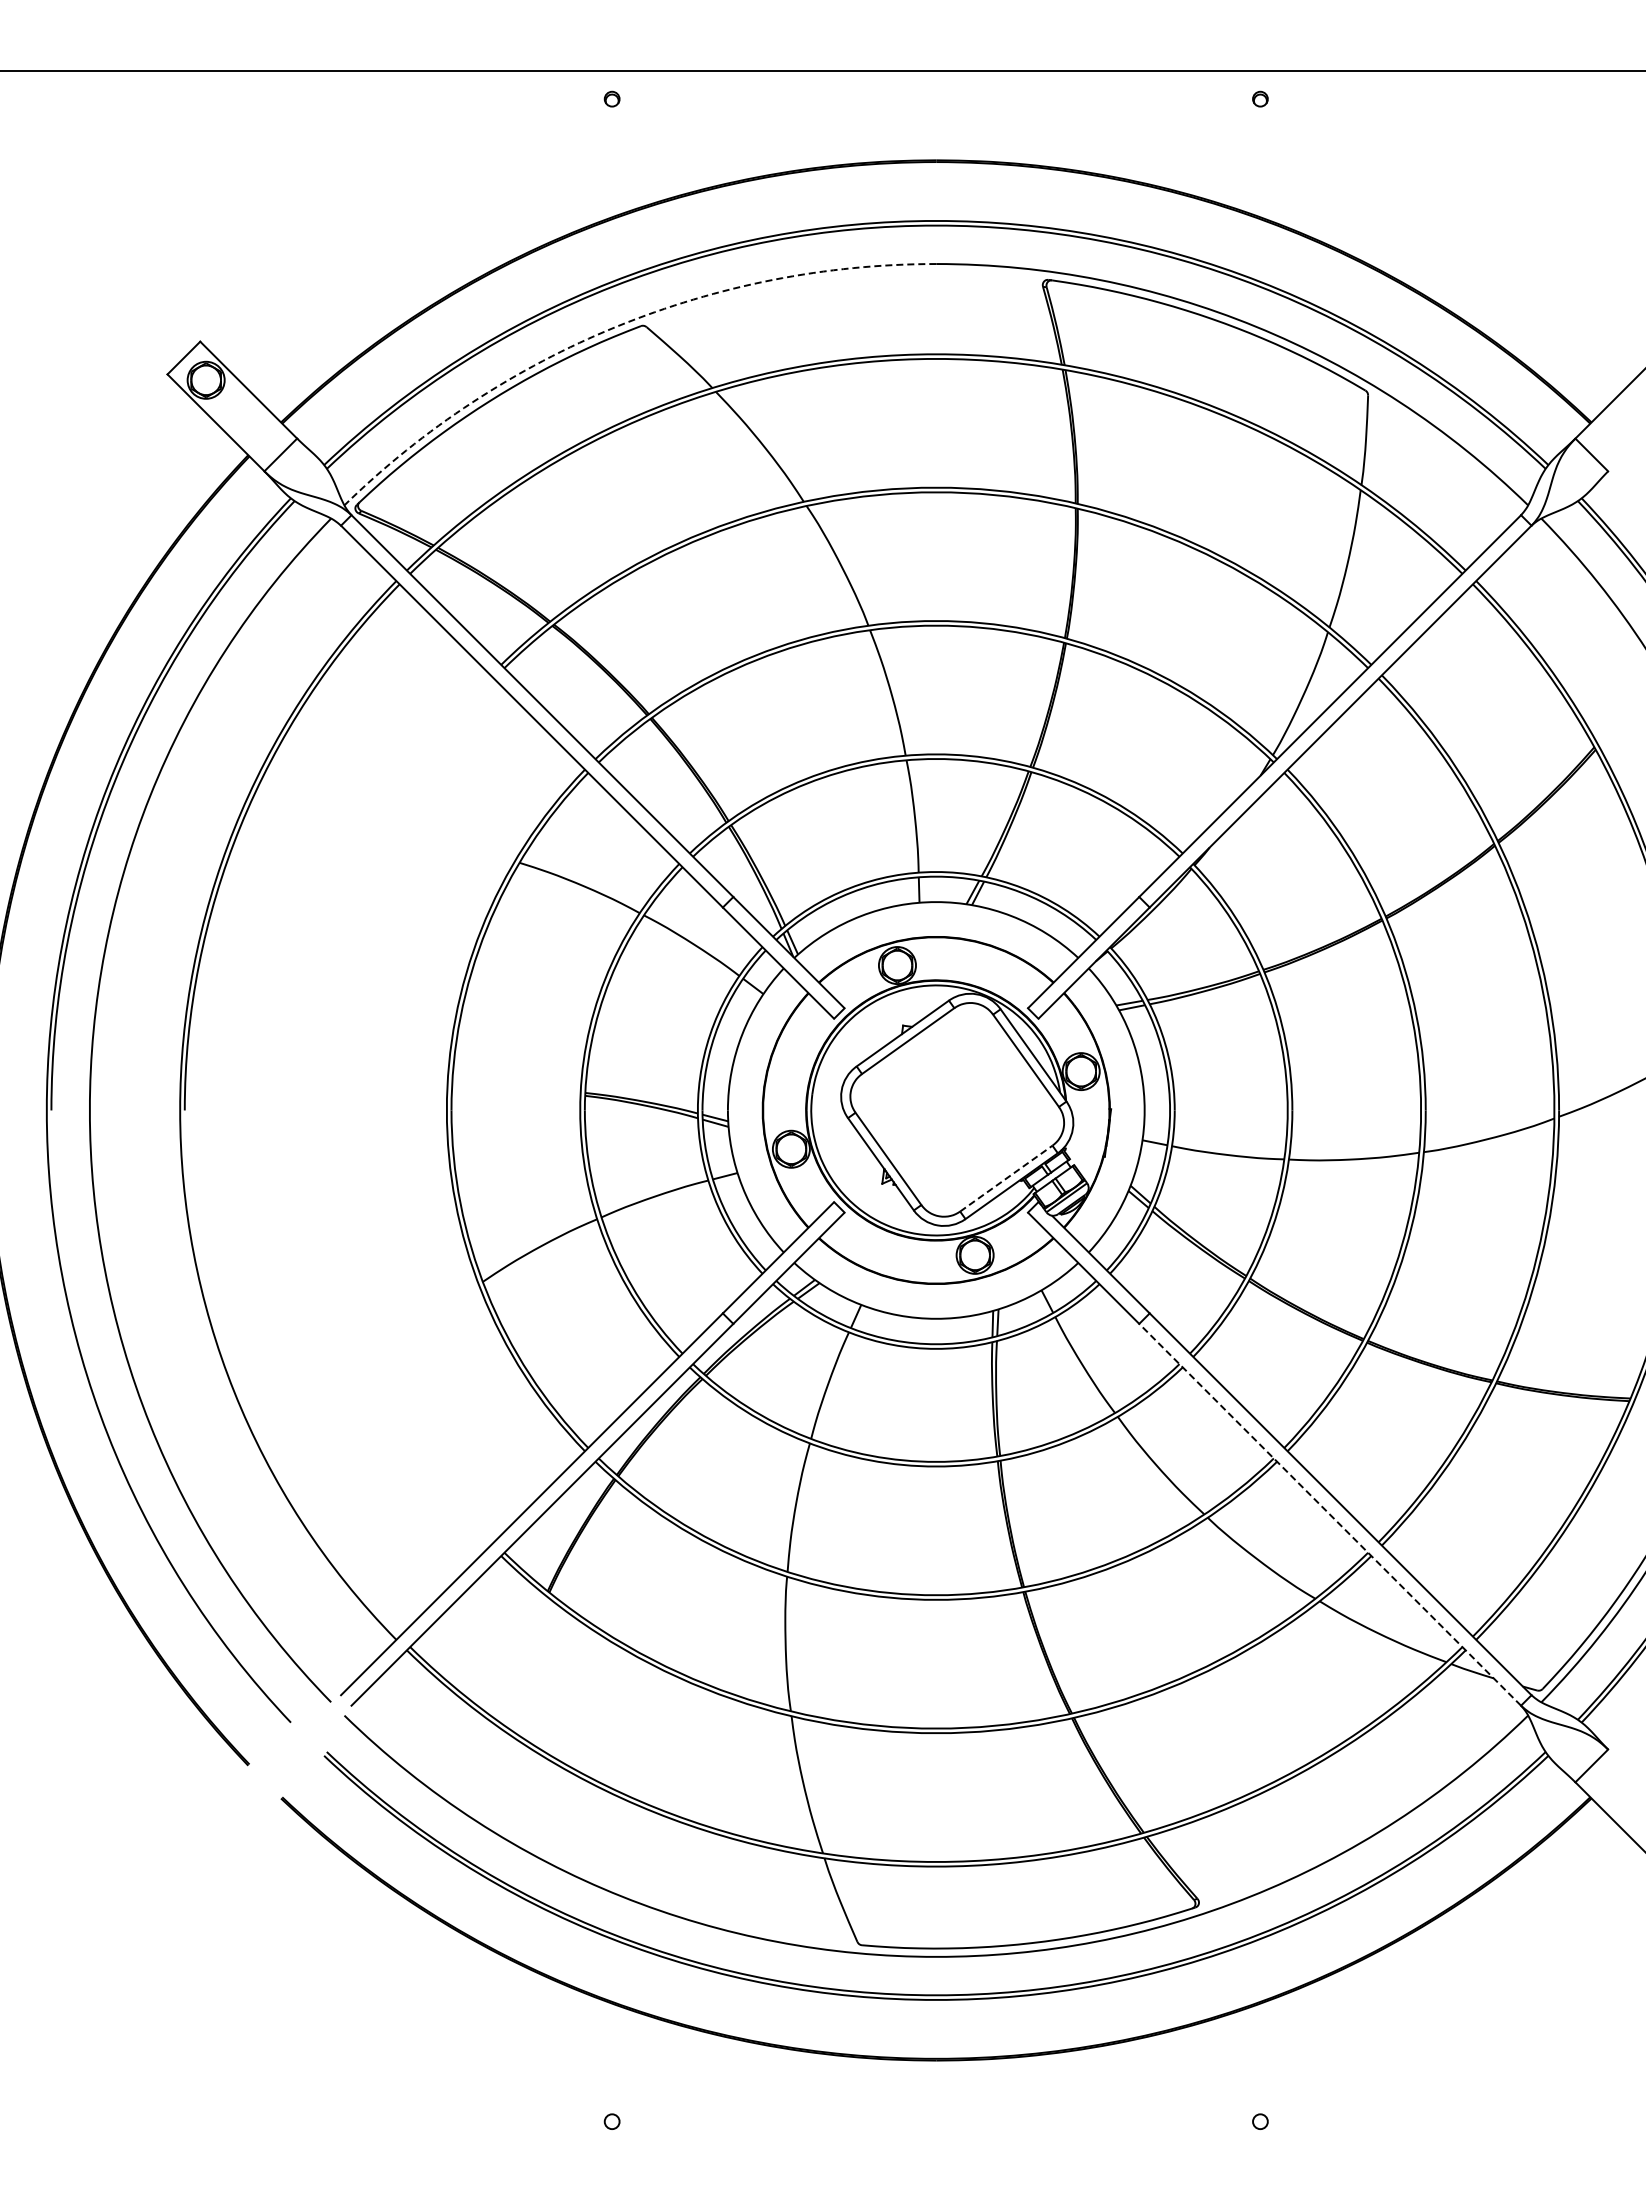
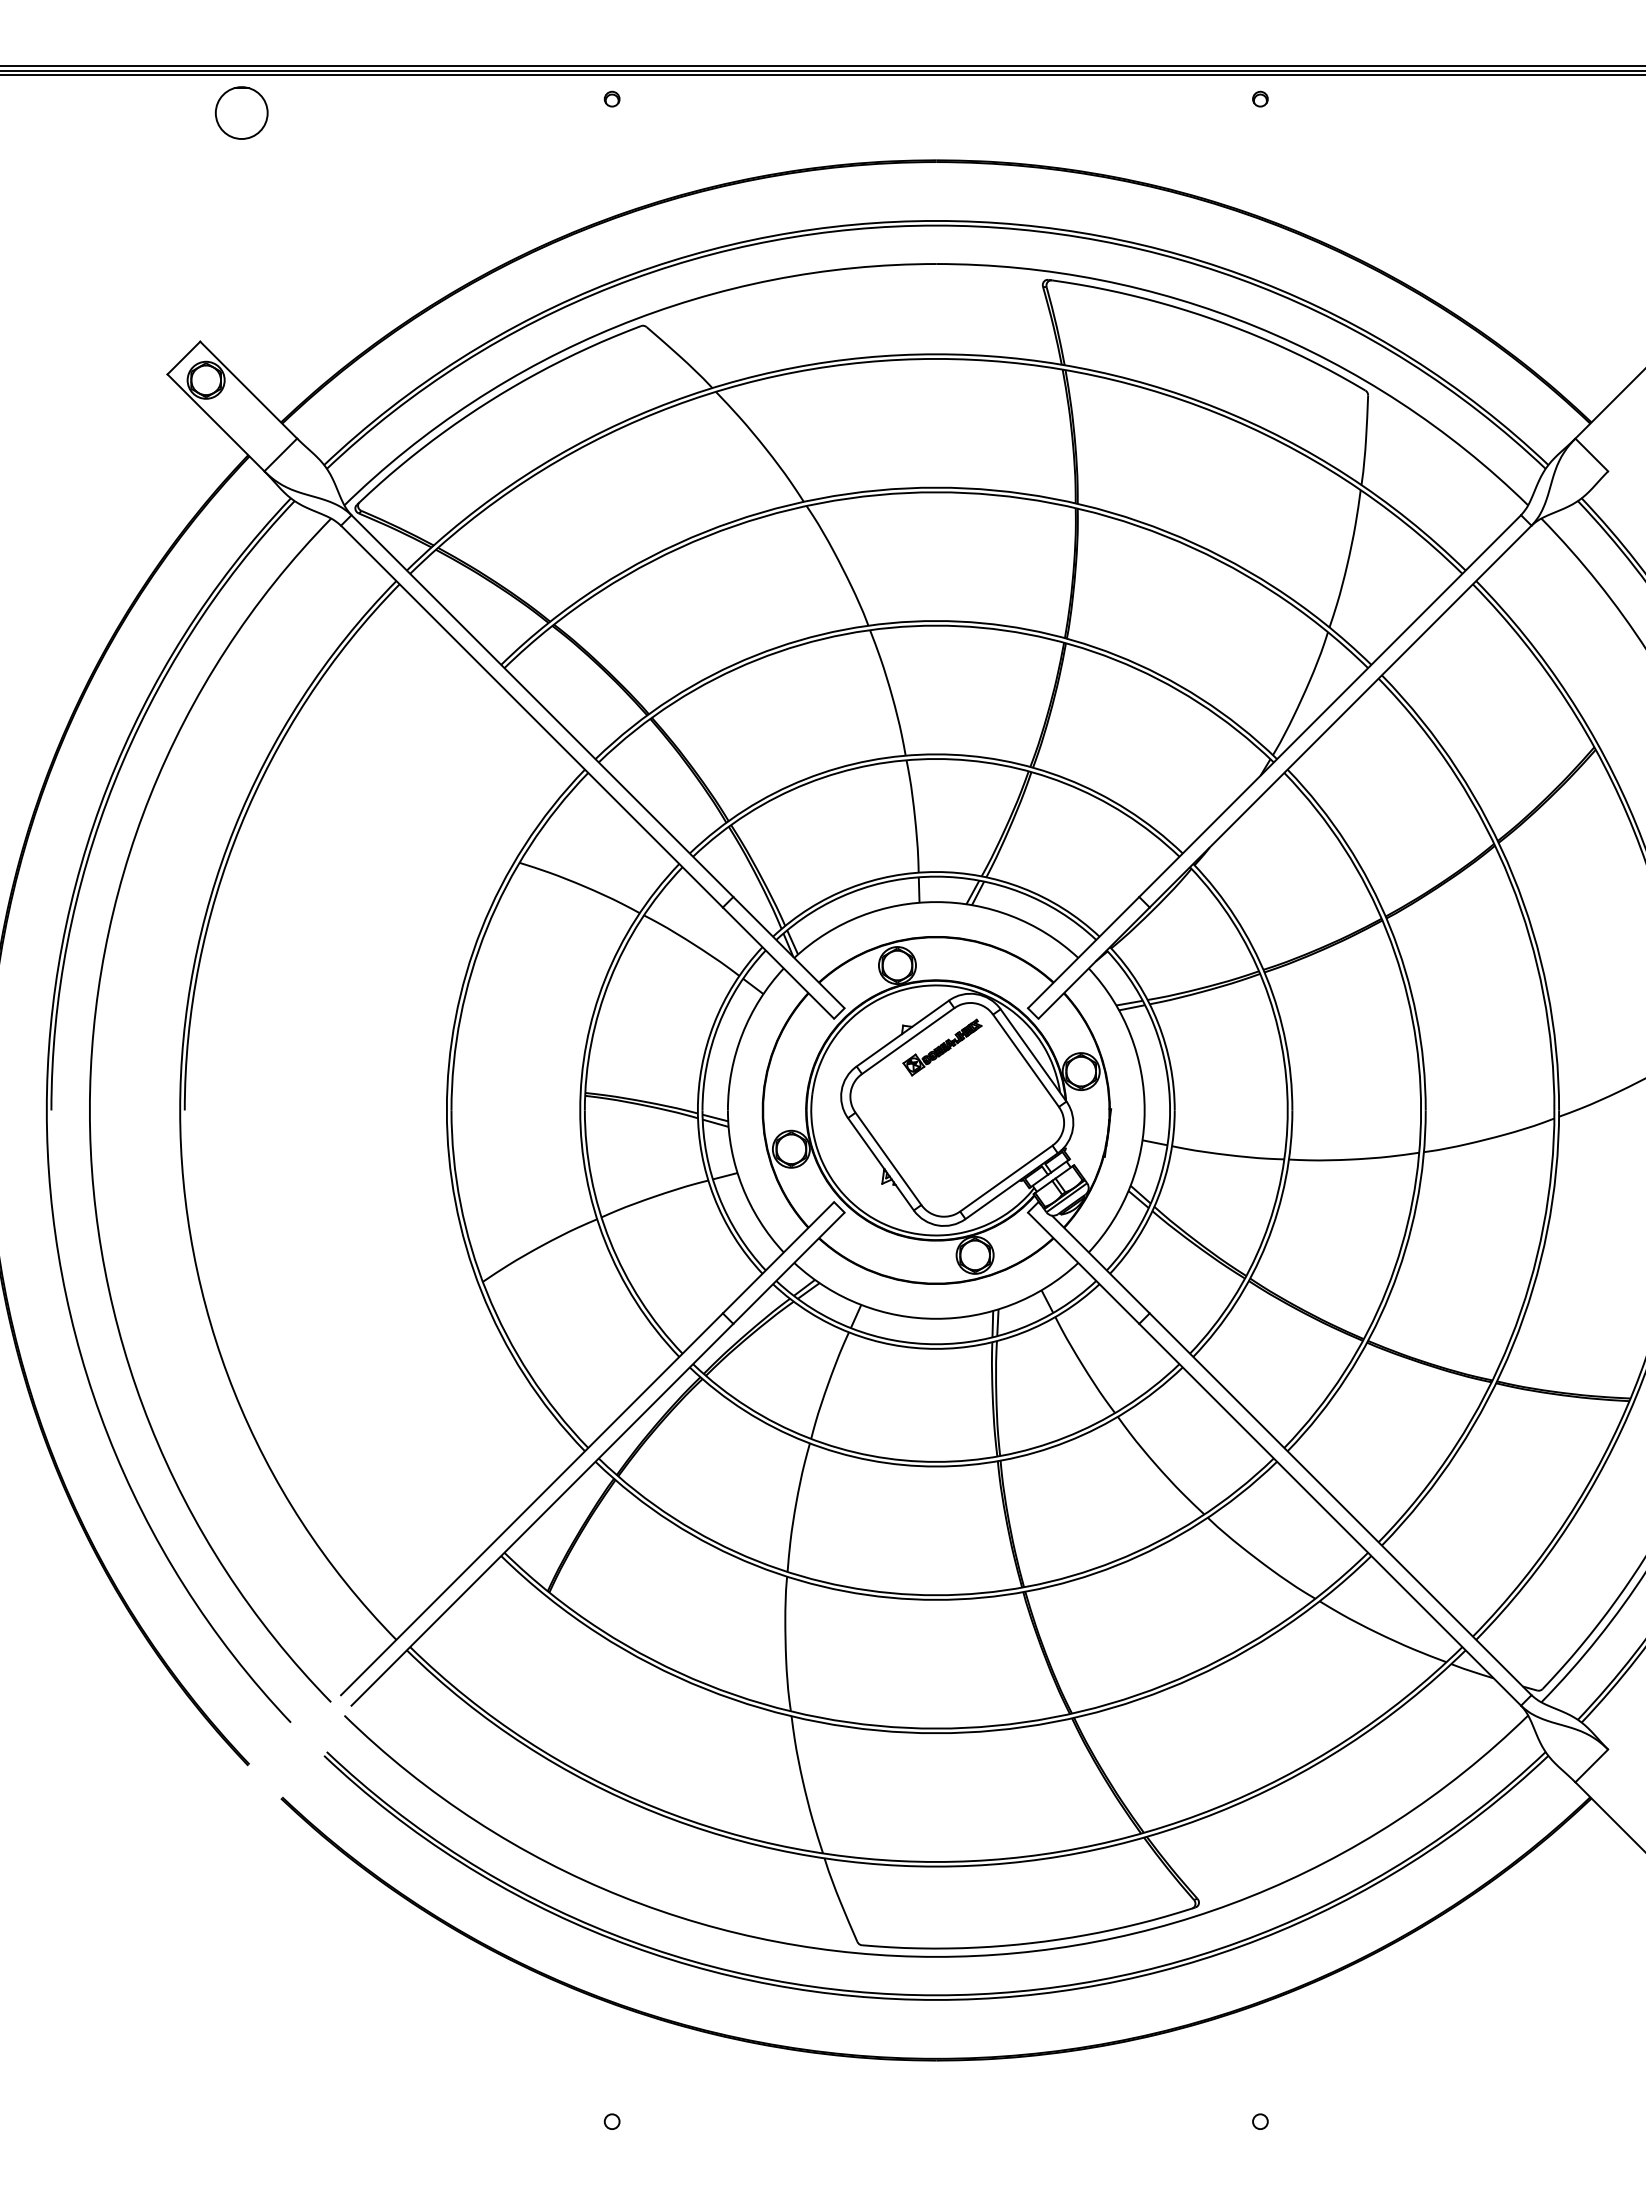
line at (822, 65): none -> present
line at (822, 75): none -> present
part at (241, 112): none -> present
arc at (616, 326): dashed -> solid
part at (942, 1047): none -> present
line at (1006, 1178): dashed -> solid
line at (1330, 1514): dashed -> solid
